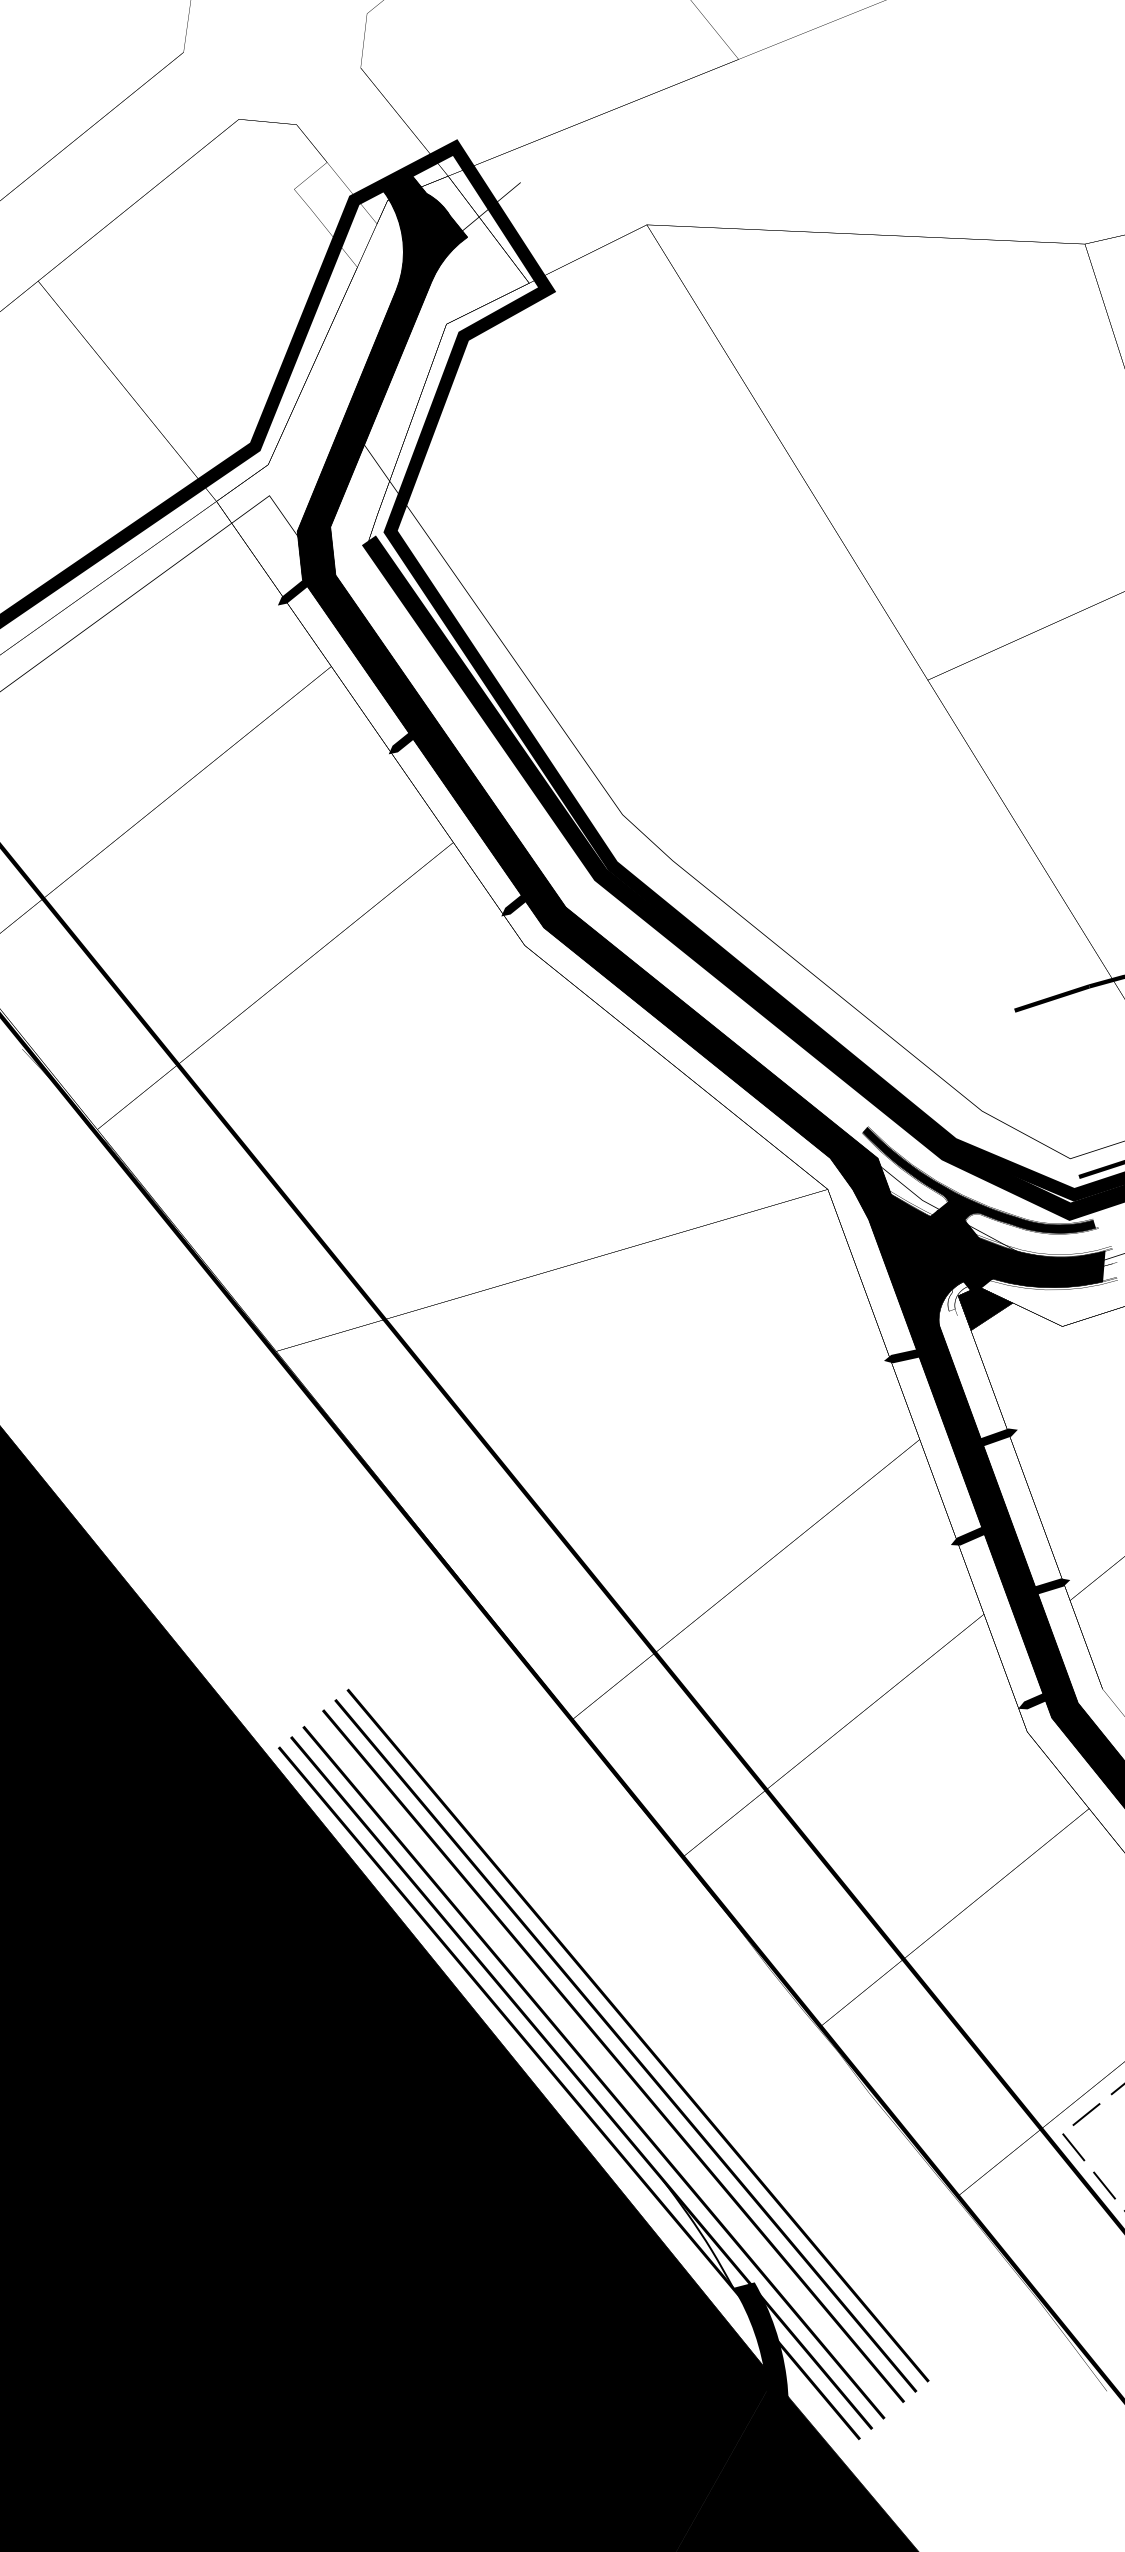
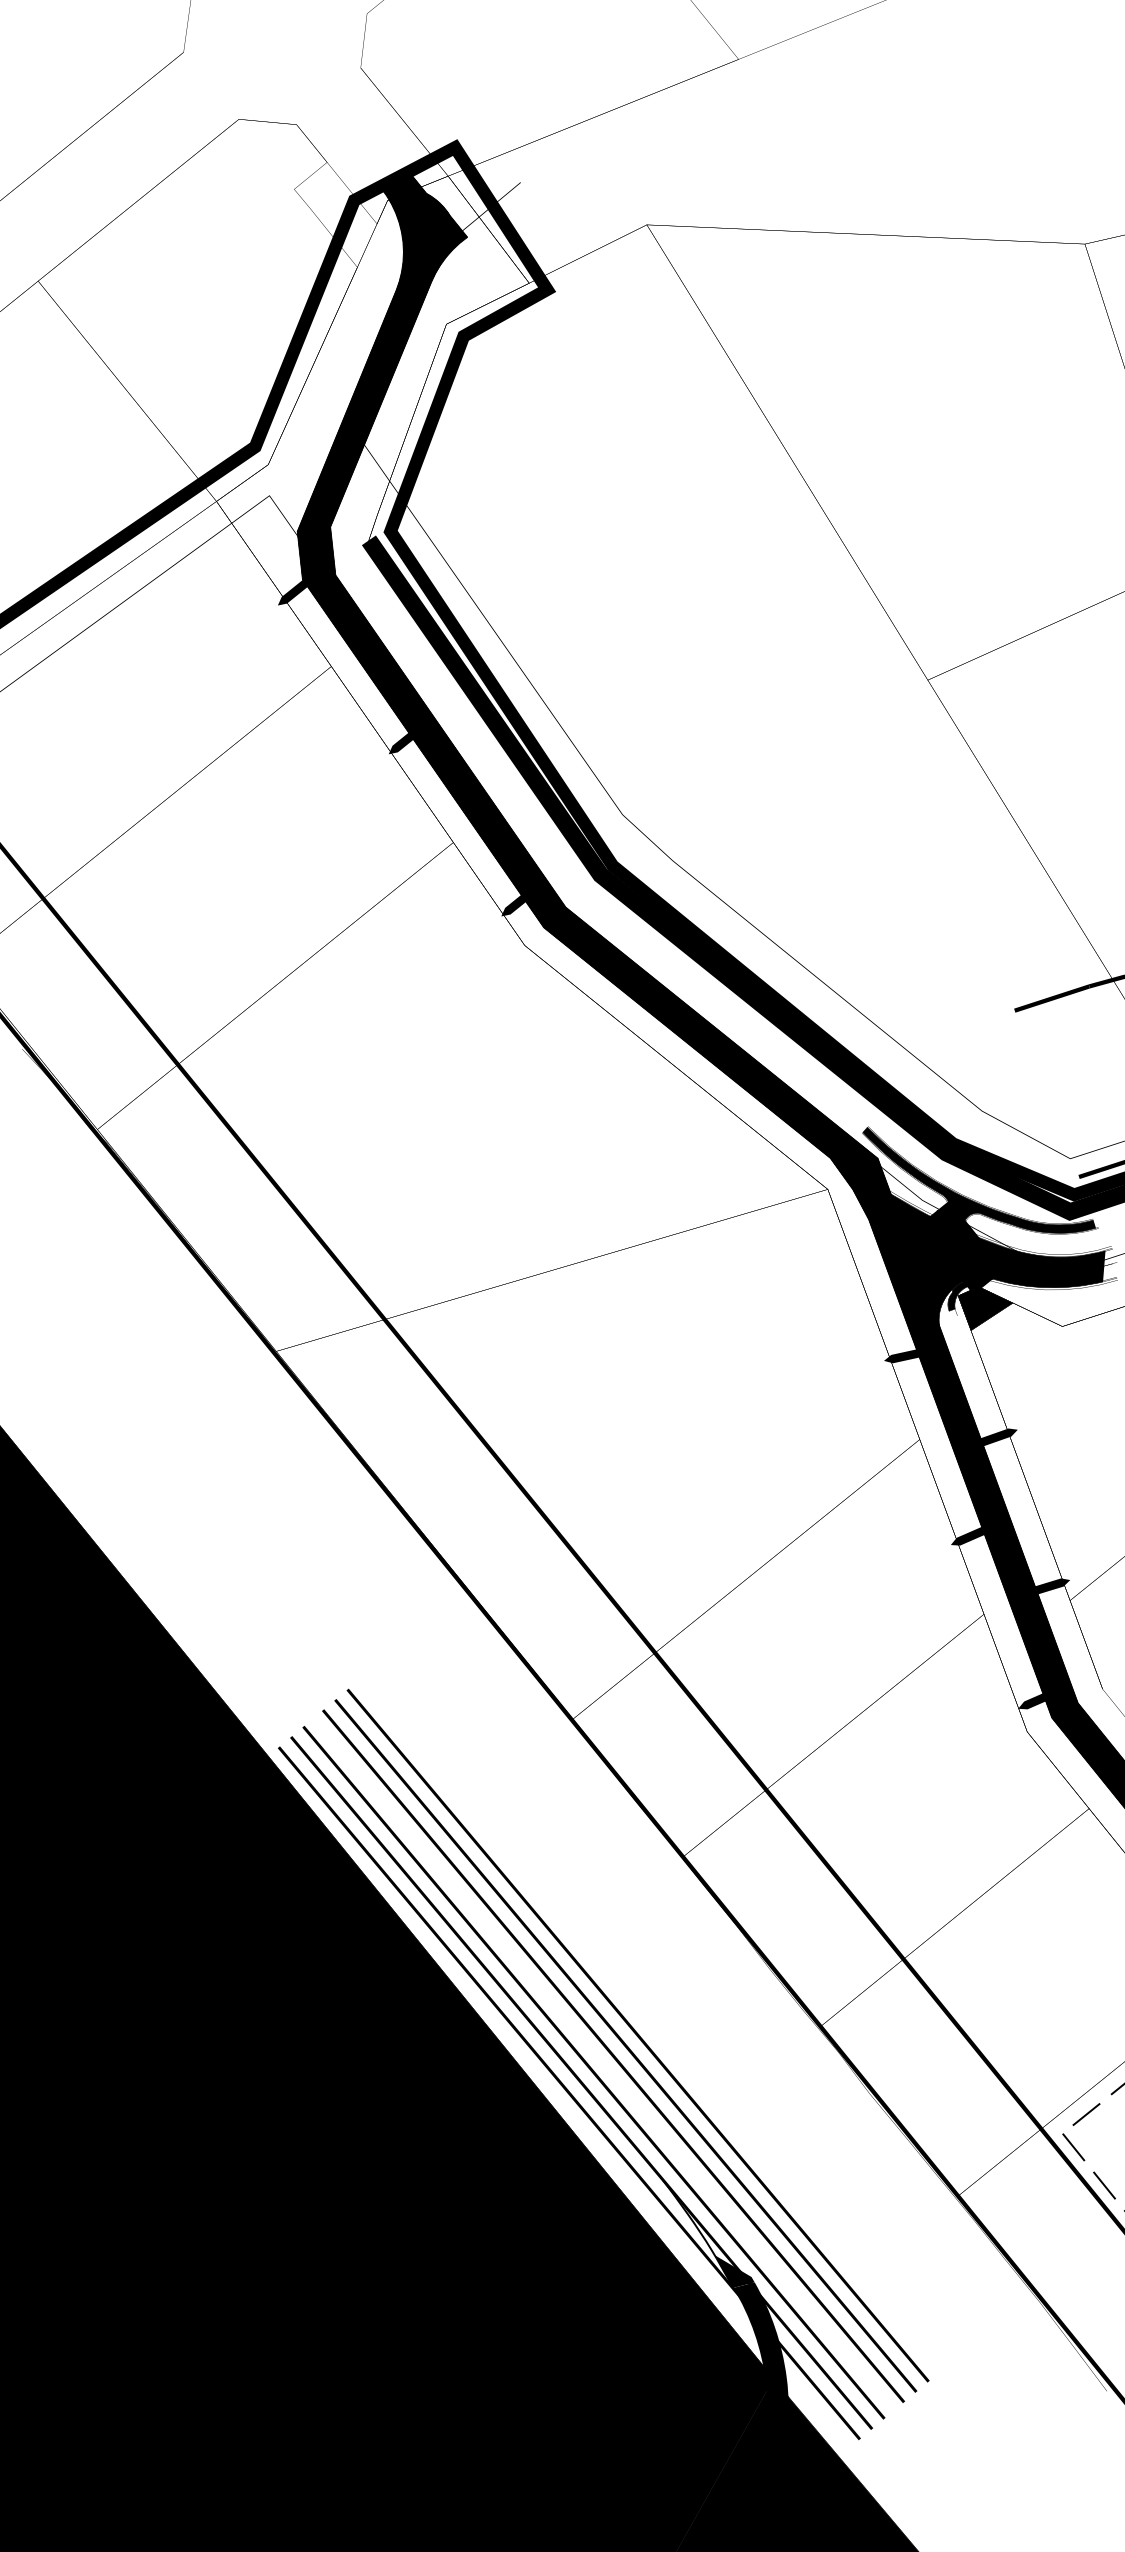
fill at (958, 1295): none -> present
fill at (734, 2271): none -> present
